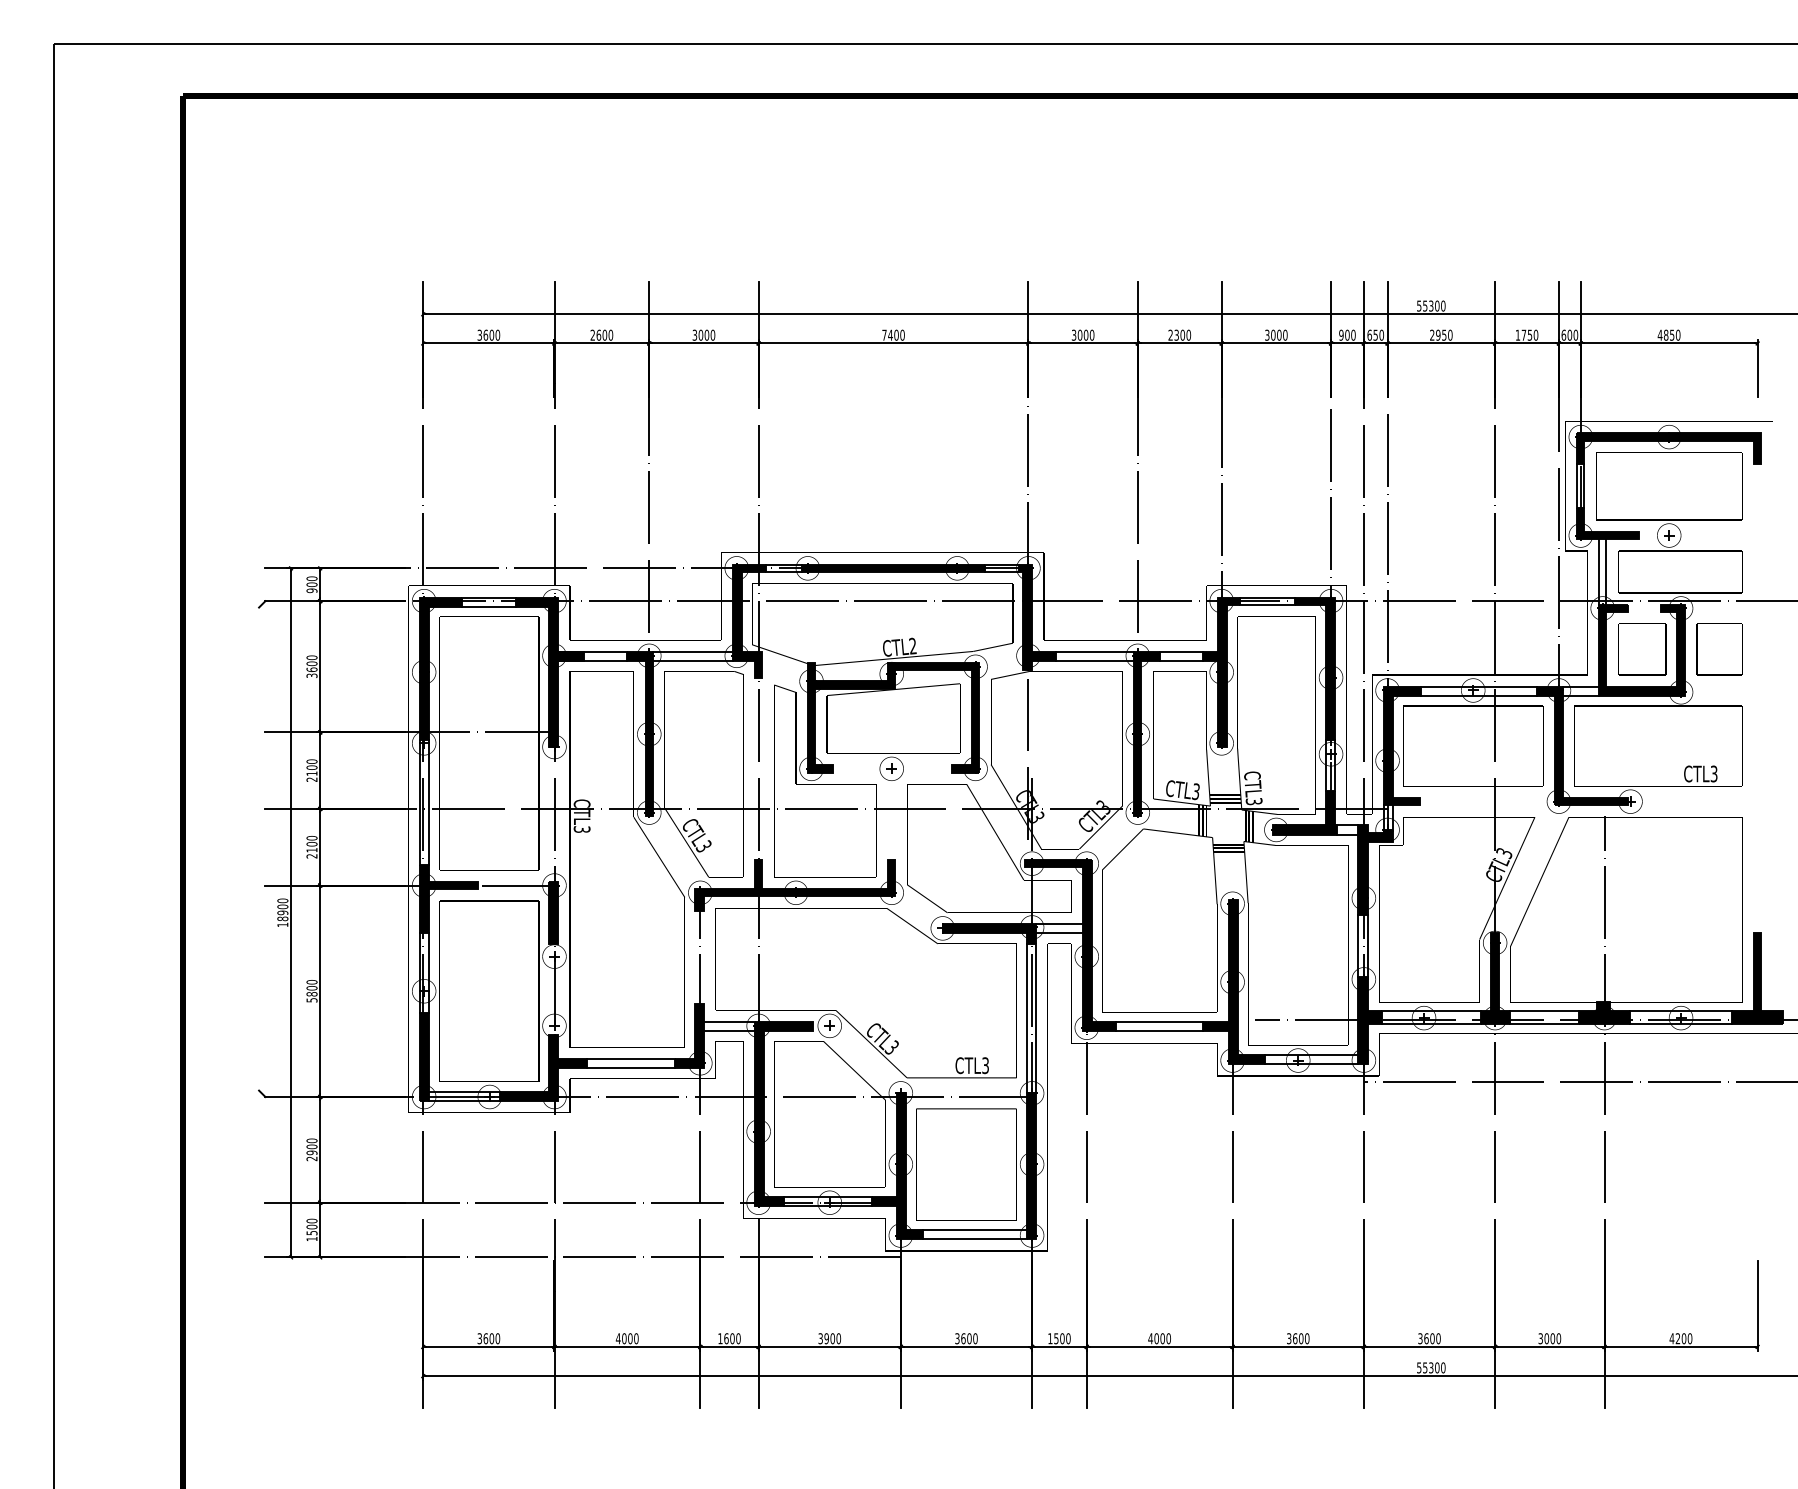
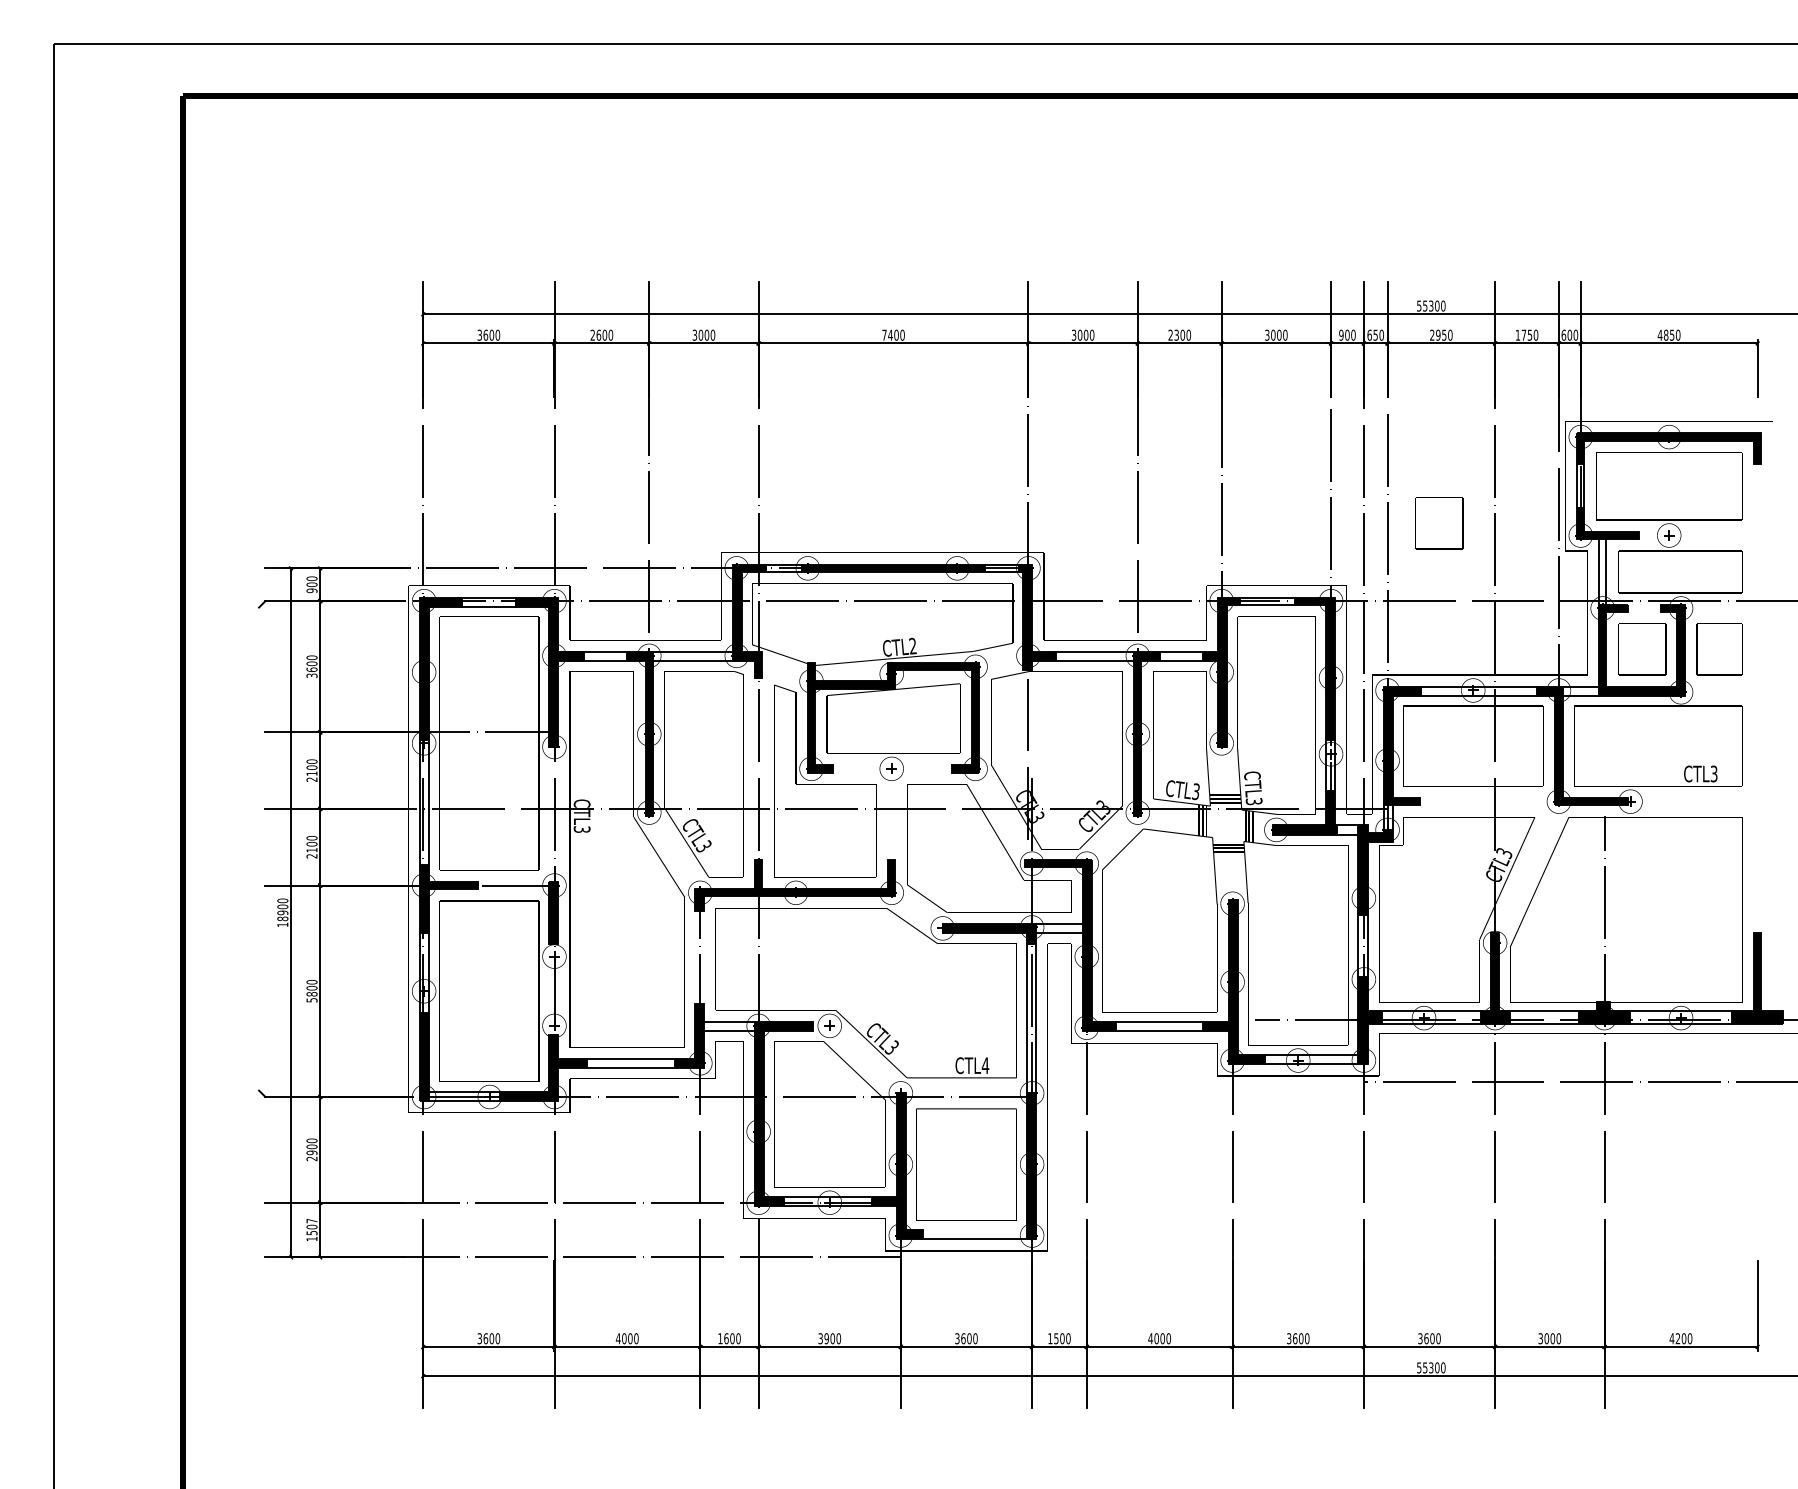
part at (1439, 523): none -> present
text at (985, 1065): CTL3 -> CTL4
text at (311, 1220): 1500 -> 1507
line at (974, 1230): present -> none
